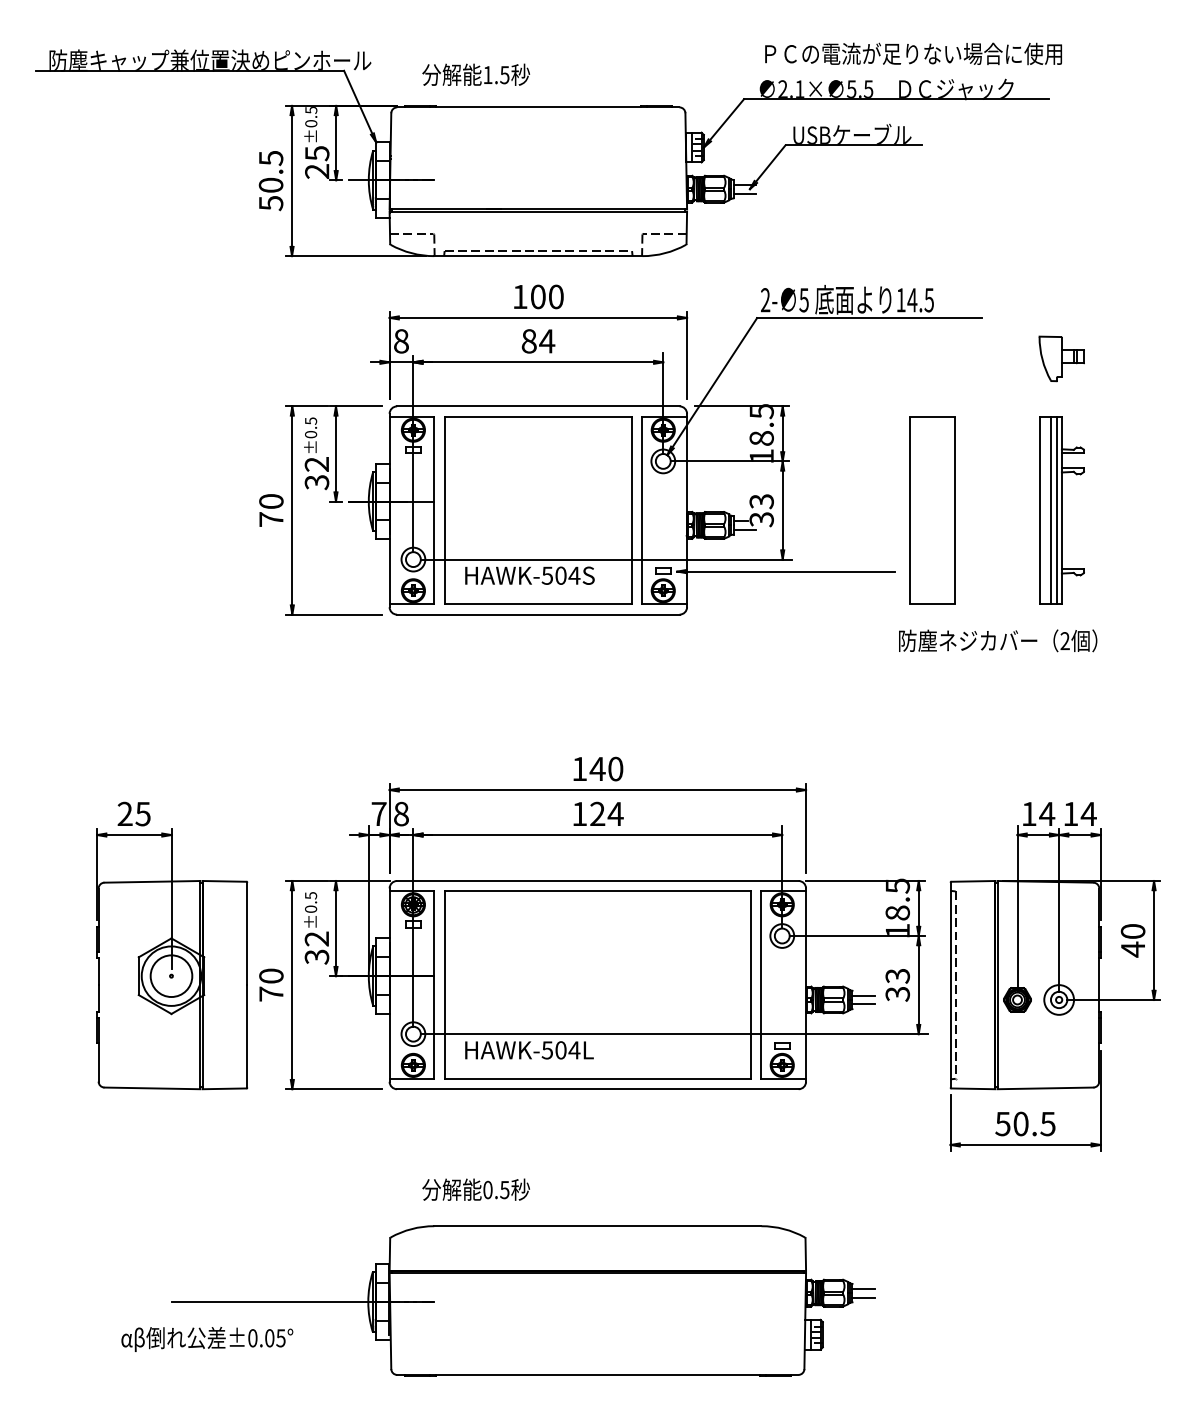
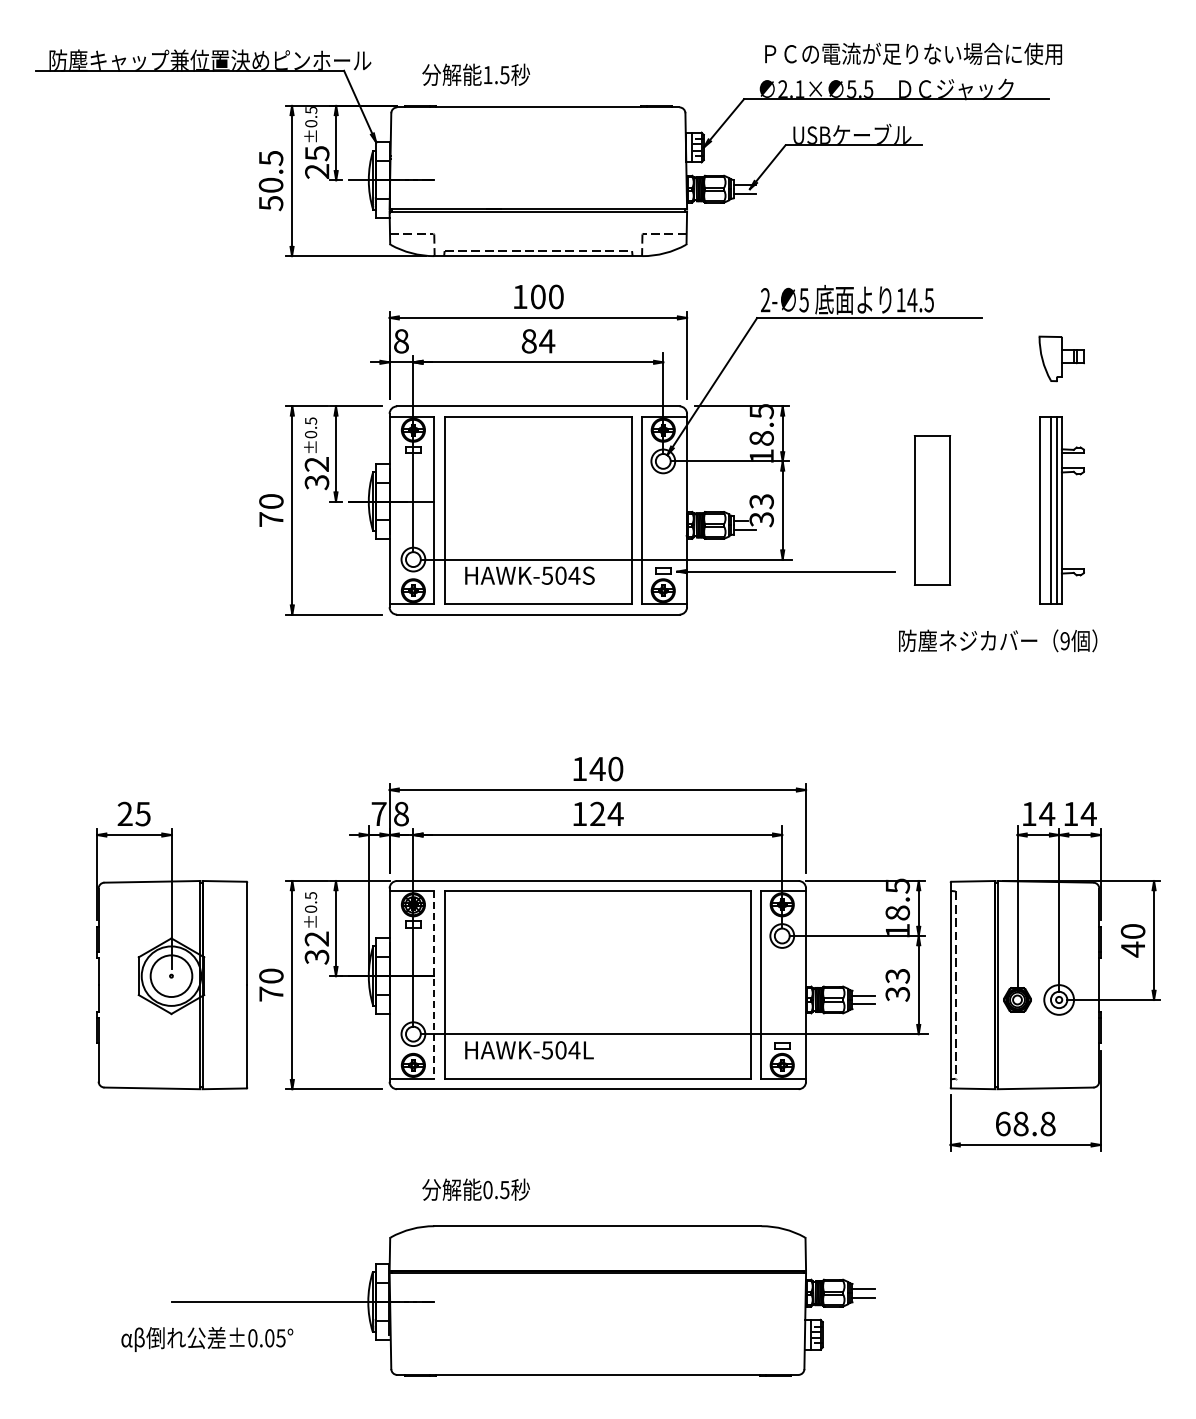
part at (932, 510) size: 47x189 px -> 39x151 px
text at (1064, 641): 2 -> 9
line at (434, 985): solid -> dashed
text at (1025, 1123): 50.5 -> 68.8
